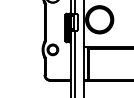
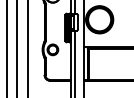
line at (6, 48): none -> present
line at (16, 48): none -> present
line at (27, 48): none -> present
